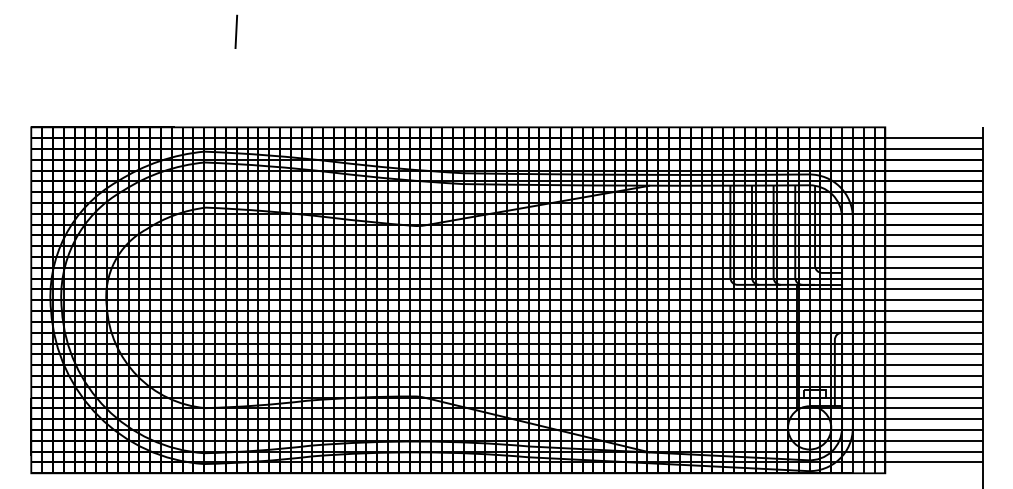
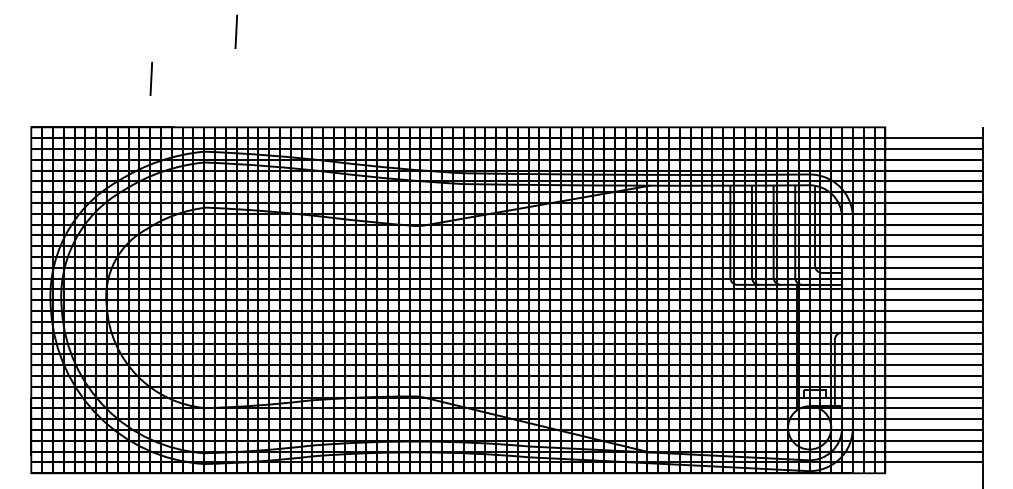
line at (151, 78): none -> present
